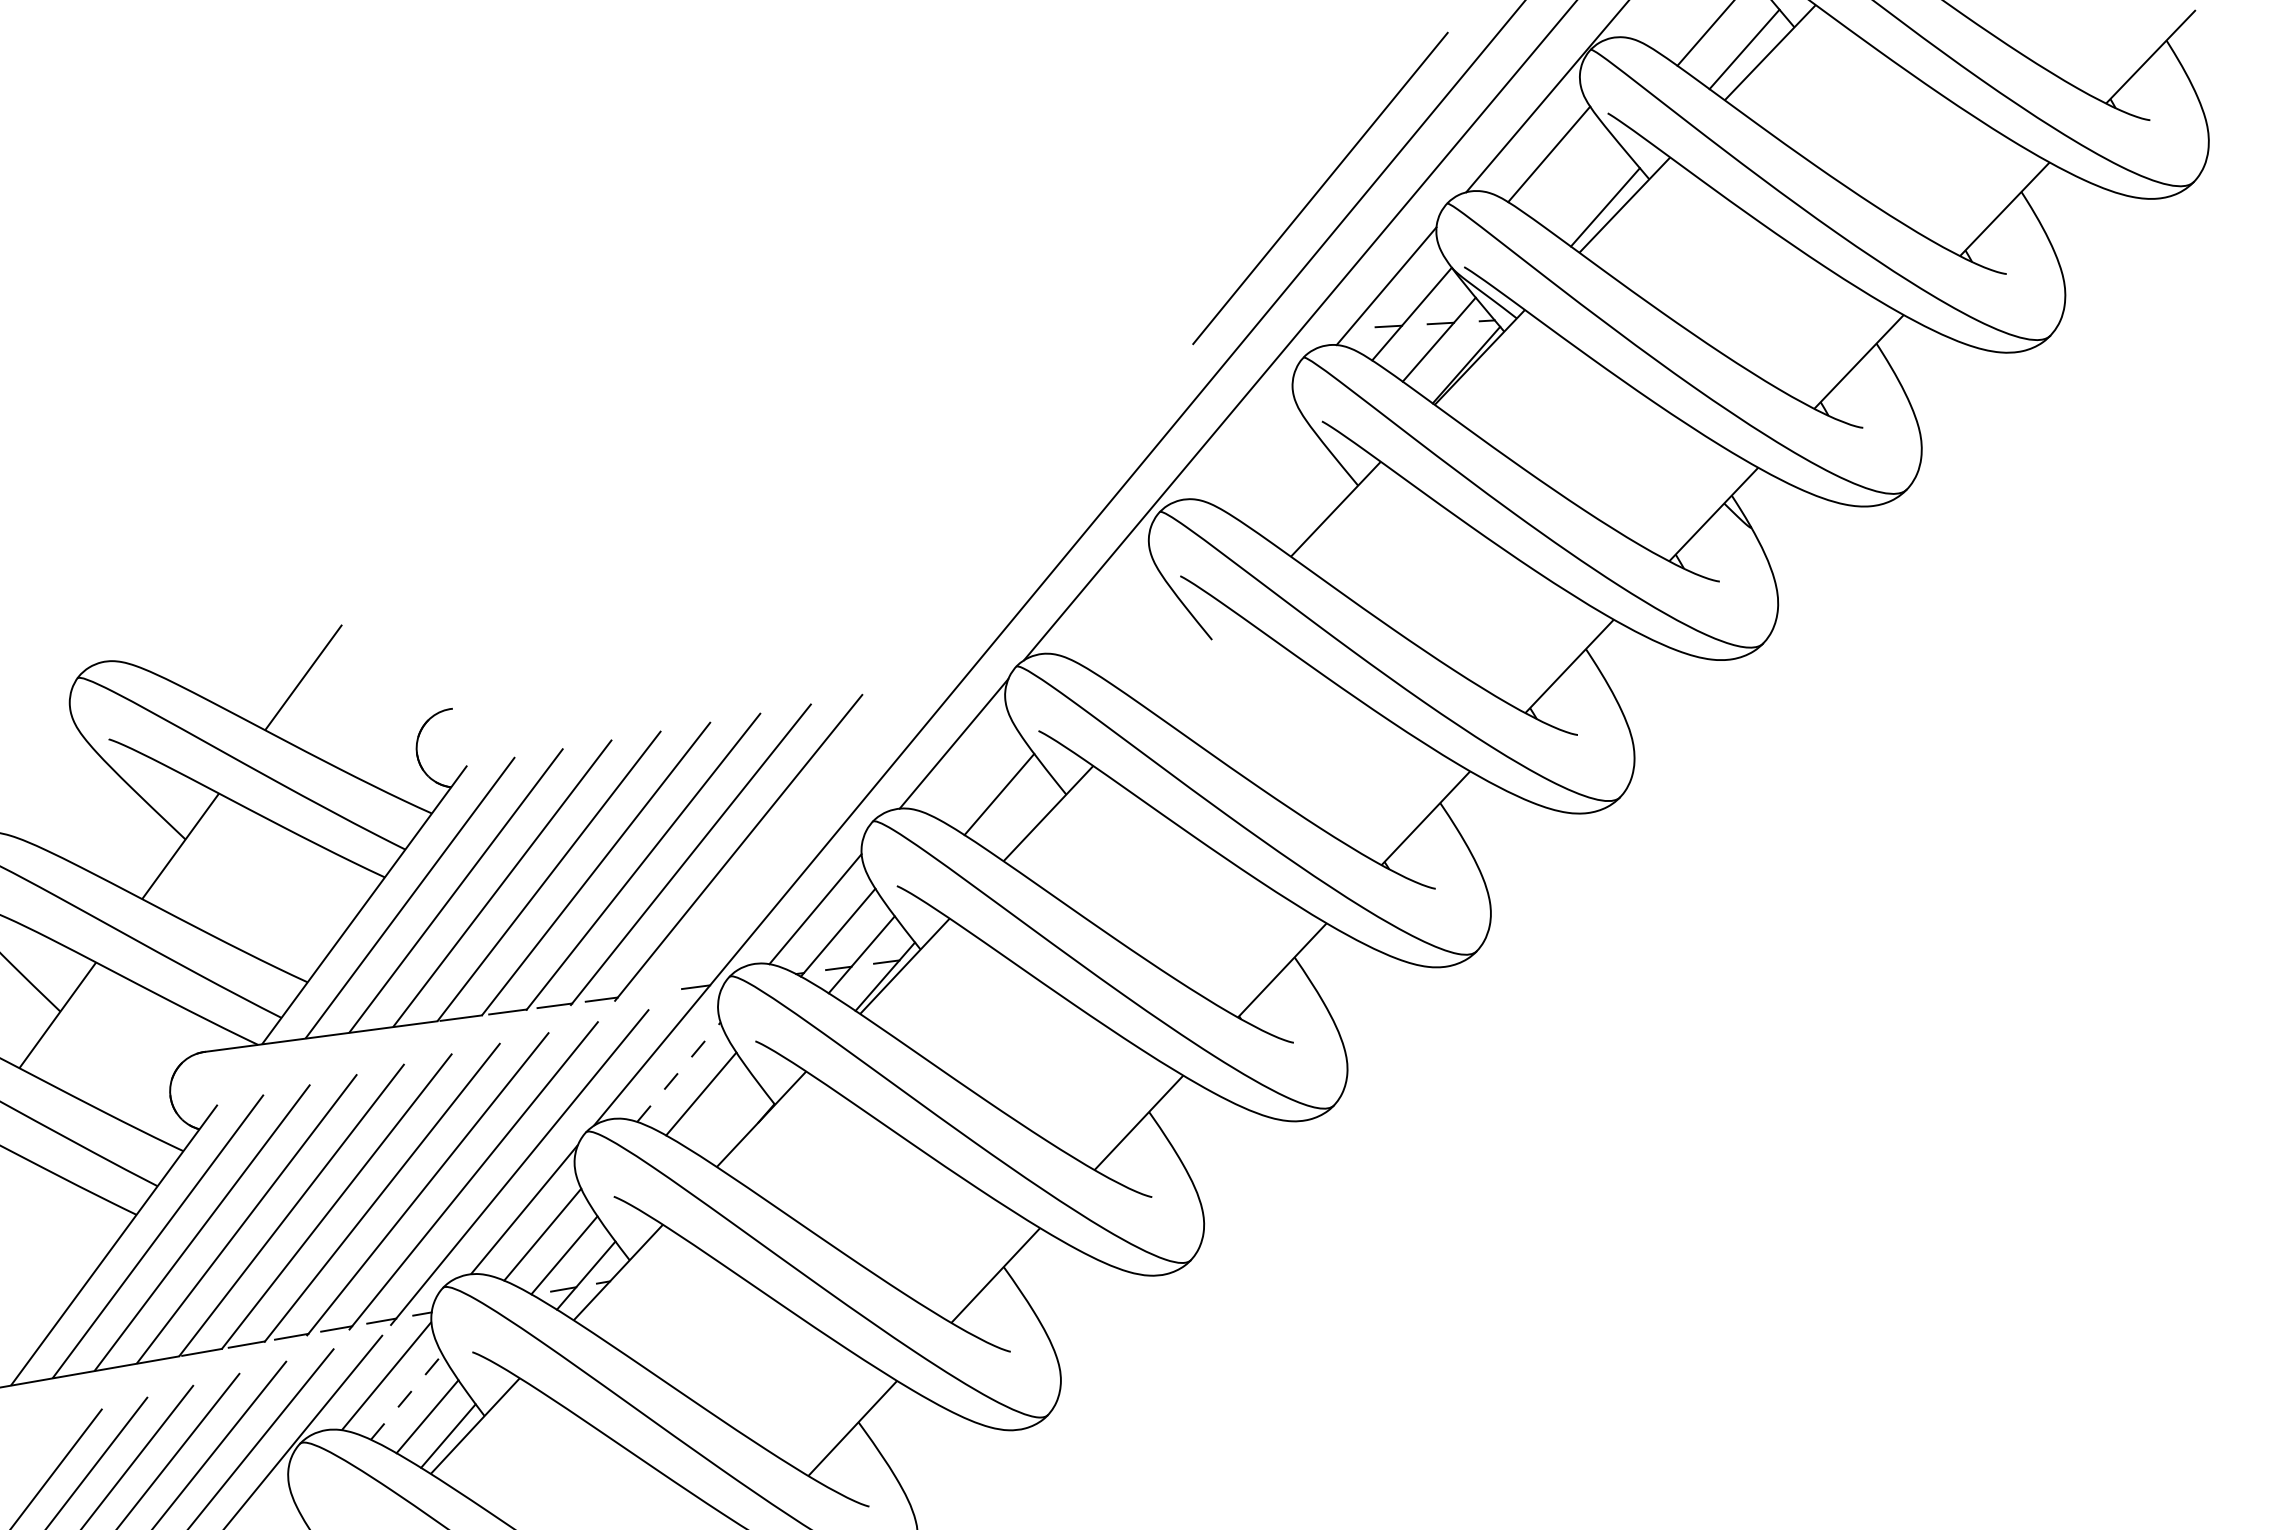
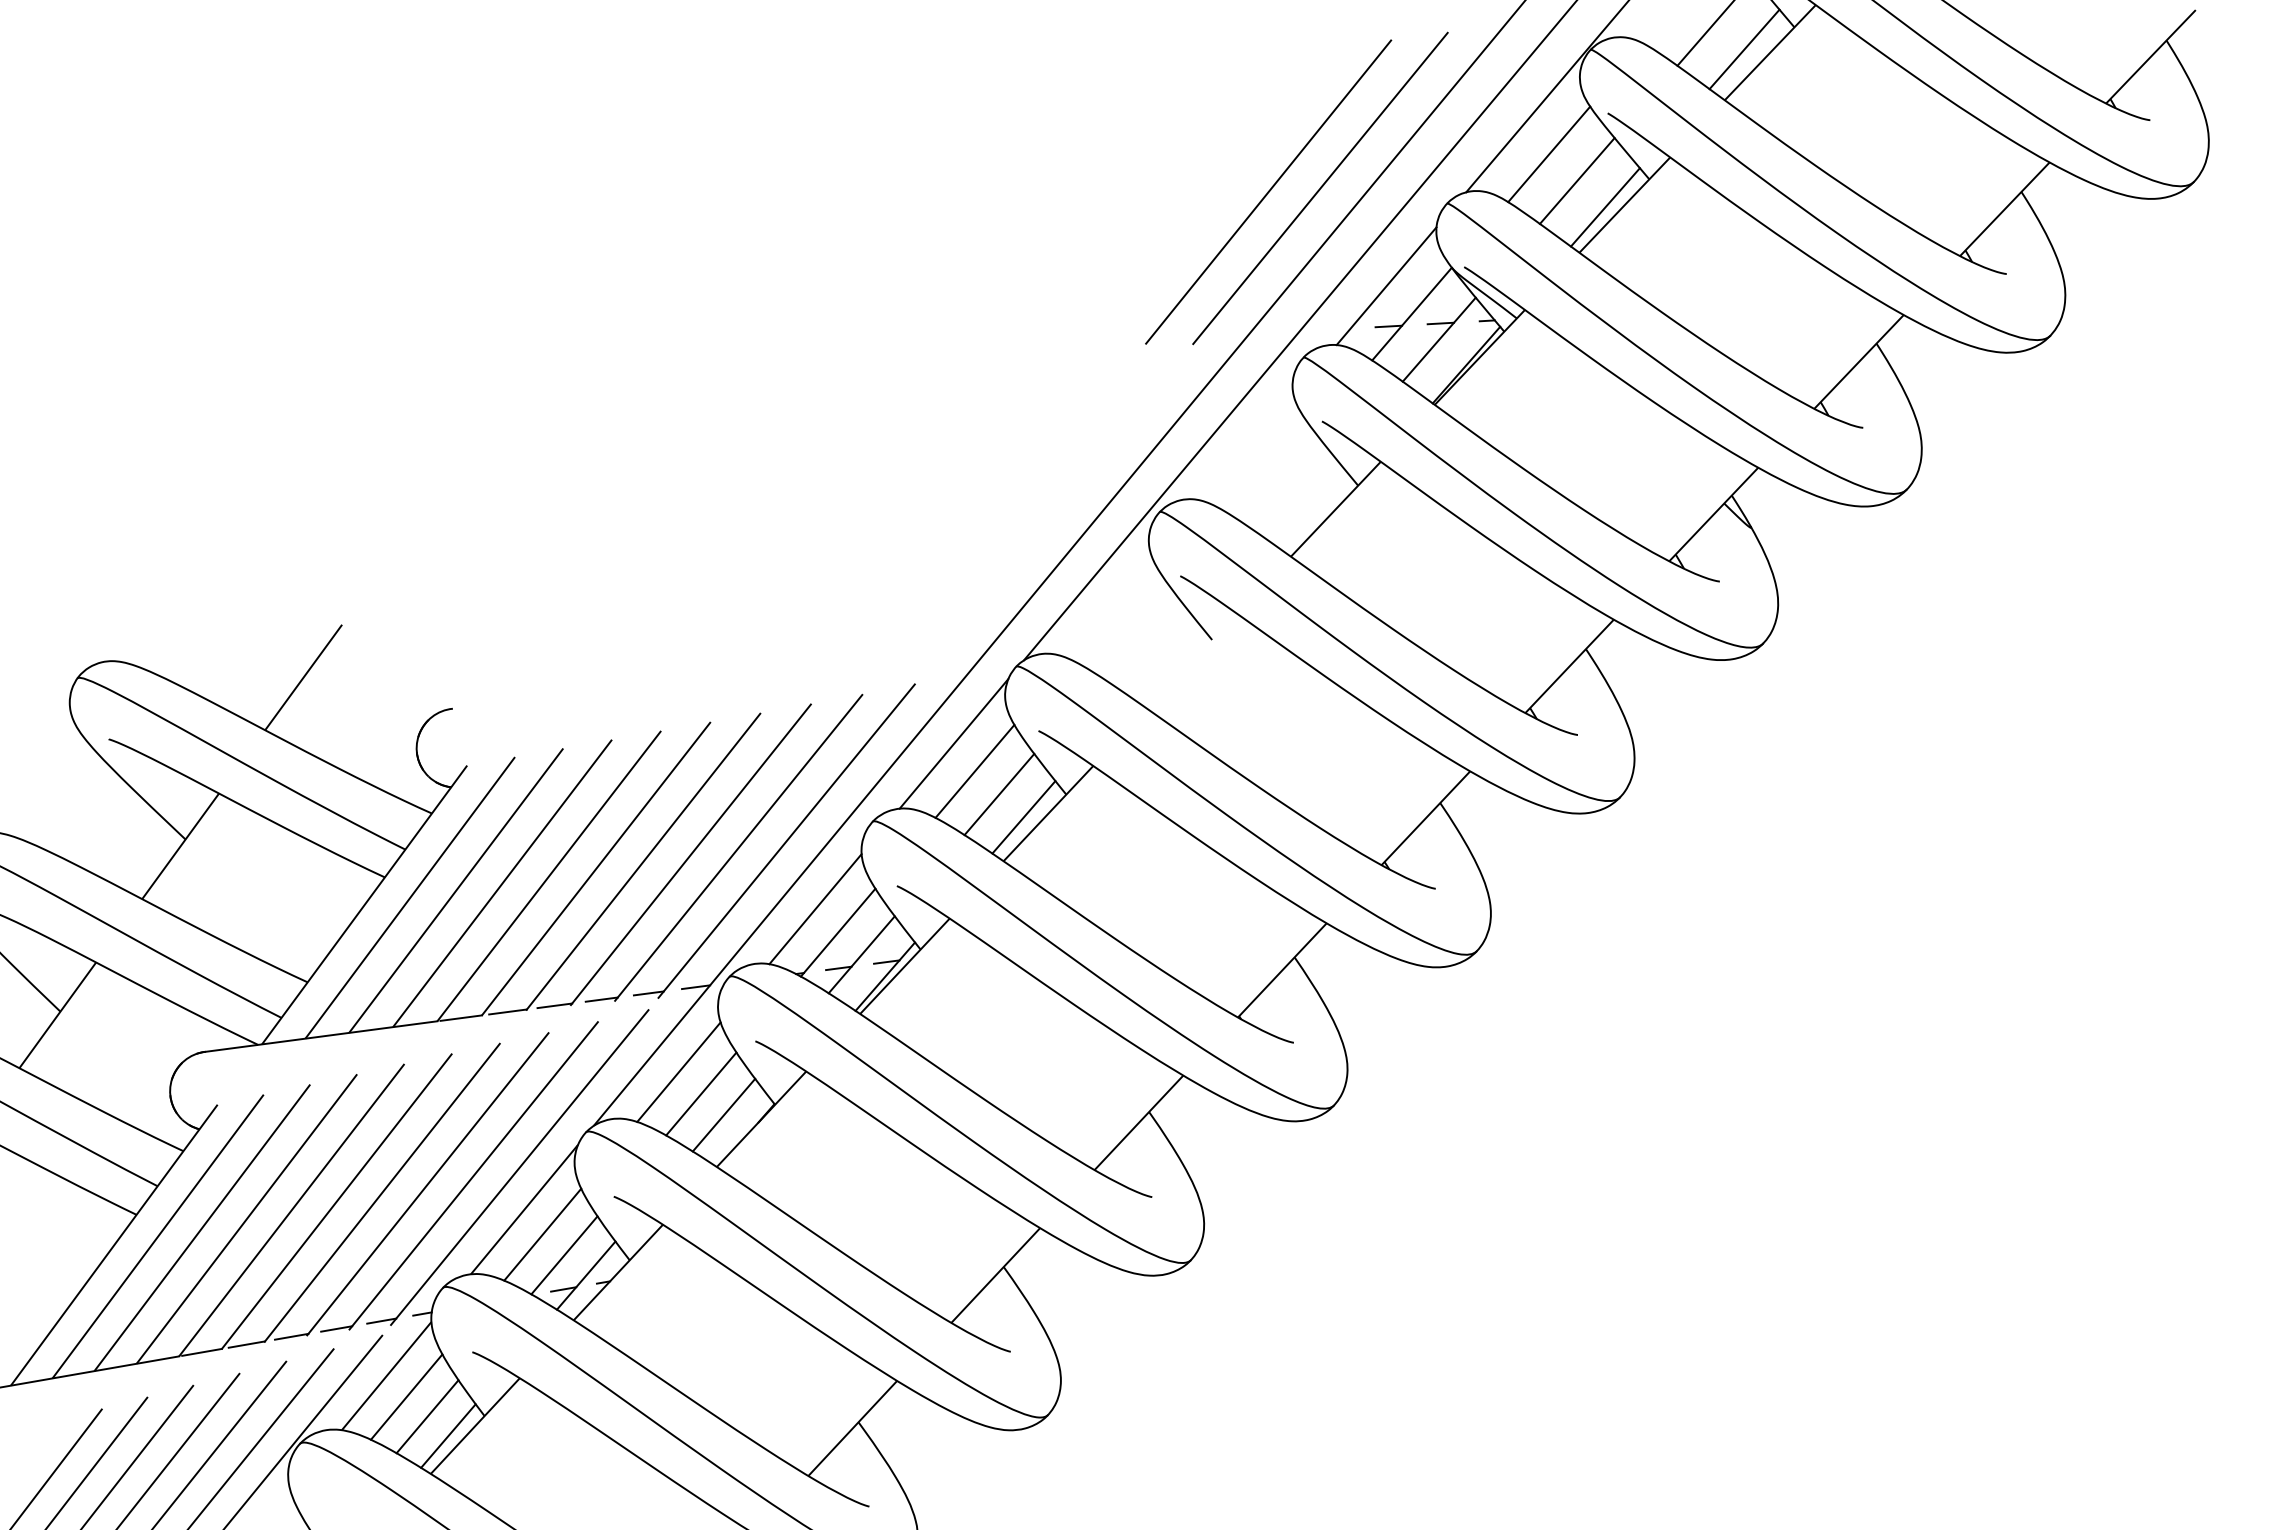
line at (1576, 180): none -> present
line at (1268, 191): none -> present
line at (974, 770): none -> present
line at (1023, 817): none -> present
part at (781, 845): none -> present
line at (678, 1072): dashed -> solid
line at (723, 1114): none -> present
line at (406, 1397): dashed -> solid
